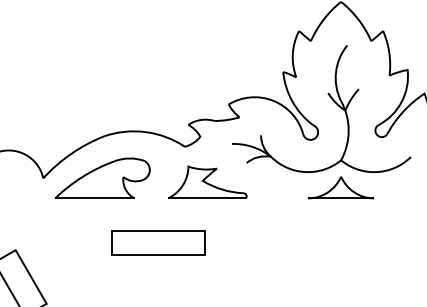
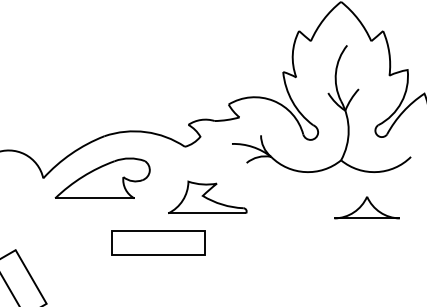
part at (207, 181) position: (207, 181) -> (207, 196)
part at (340, 187) position: (340, 187) -> (366, 207)
